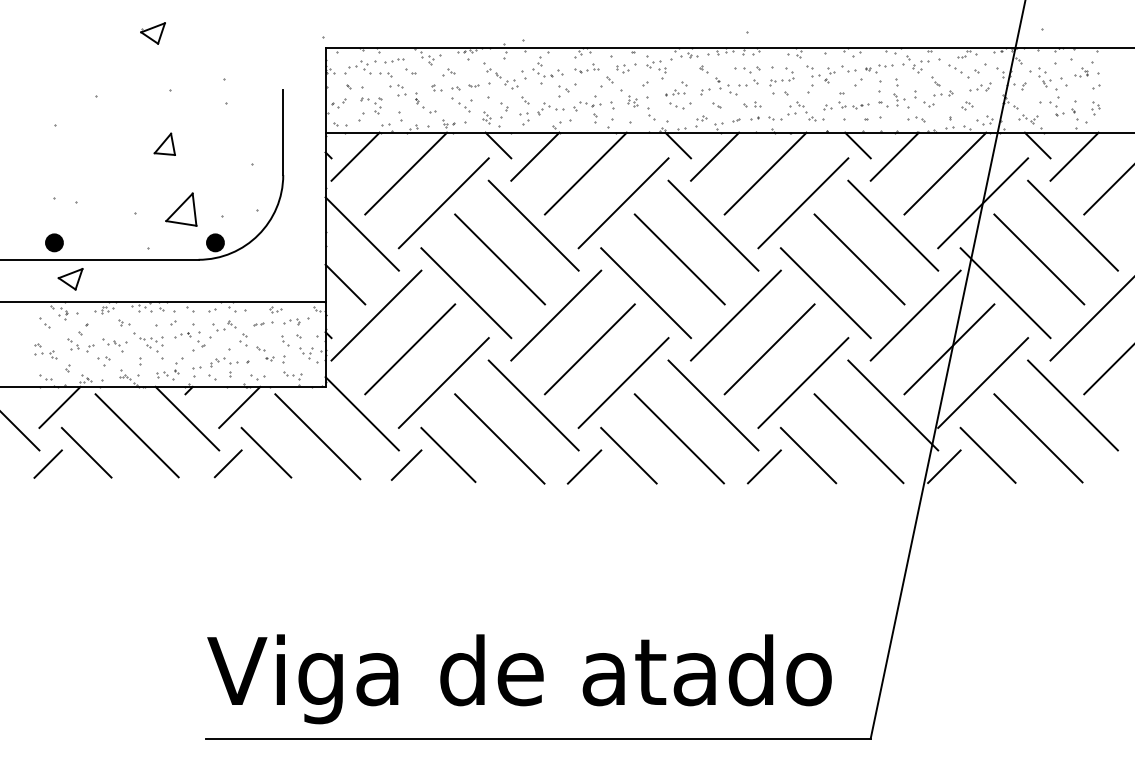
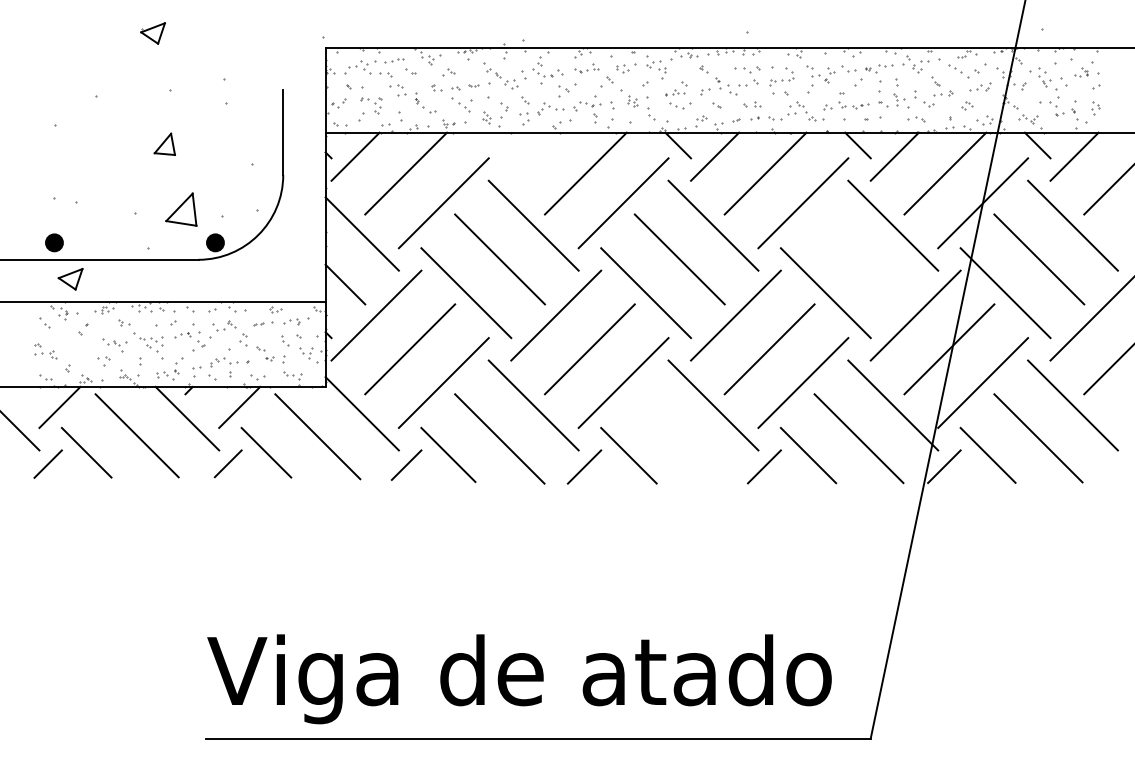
line at (498, 145): present -> none
line at (535, 156): present -> none
line at (859, 259): present -> none
part at (80, 345): present -> none
line at (678, 438): present -> none
